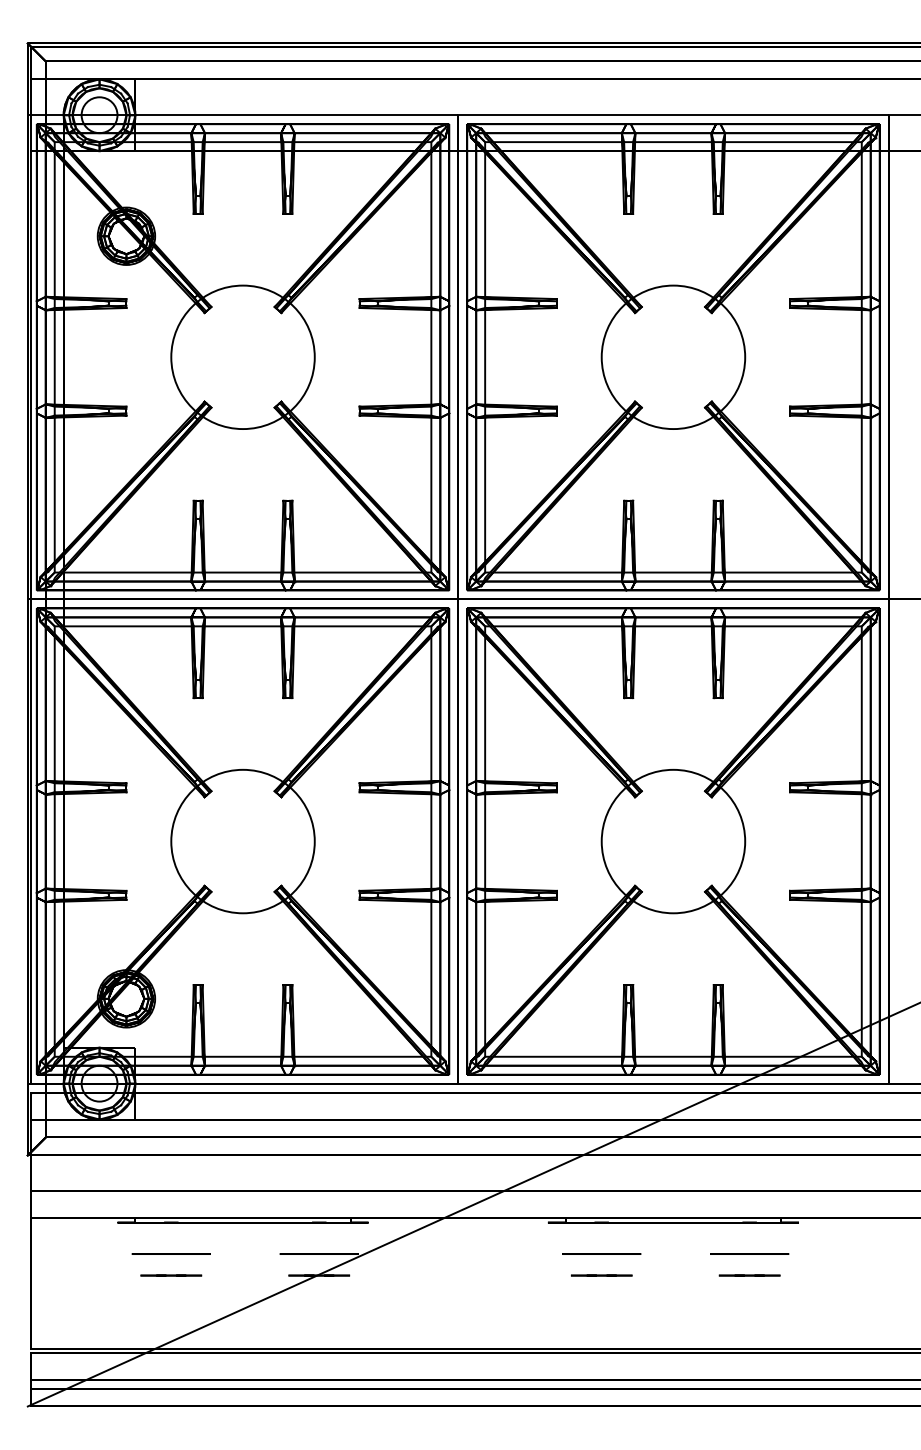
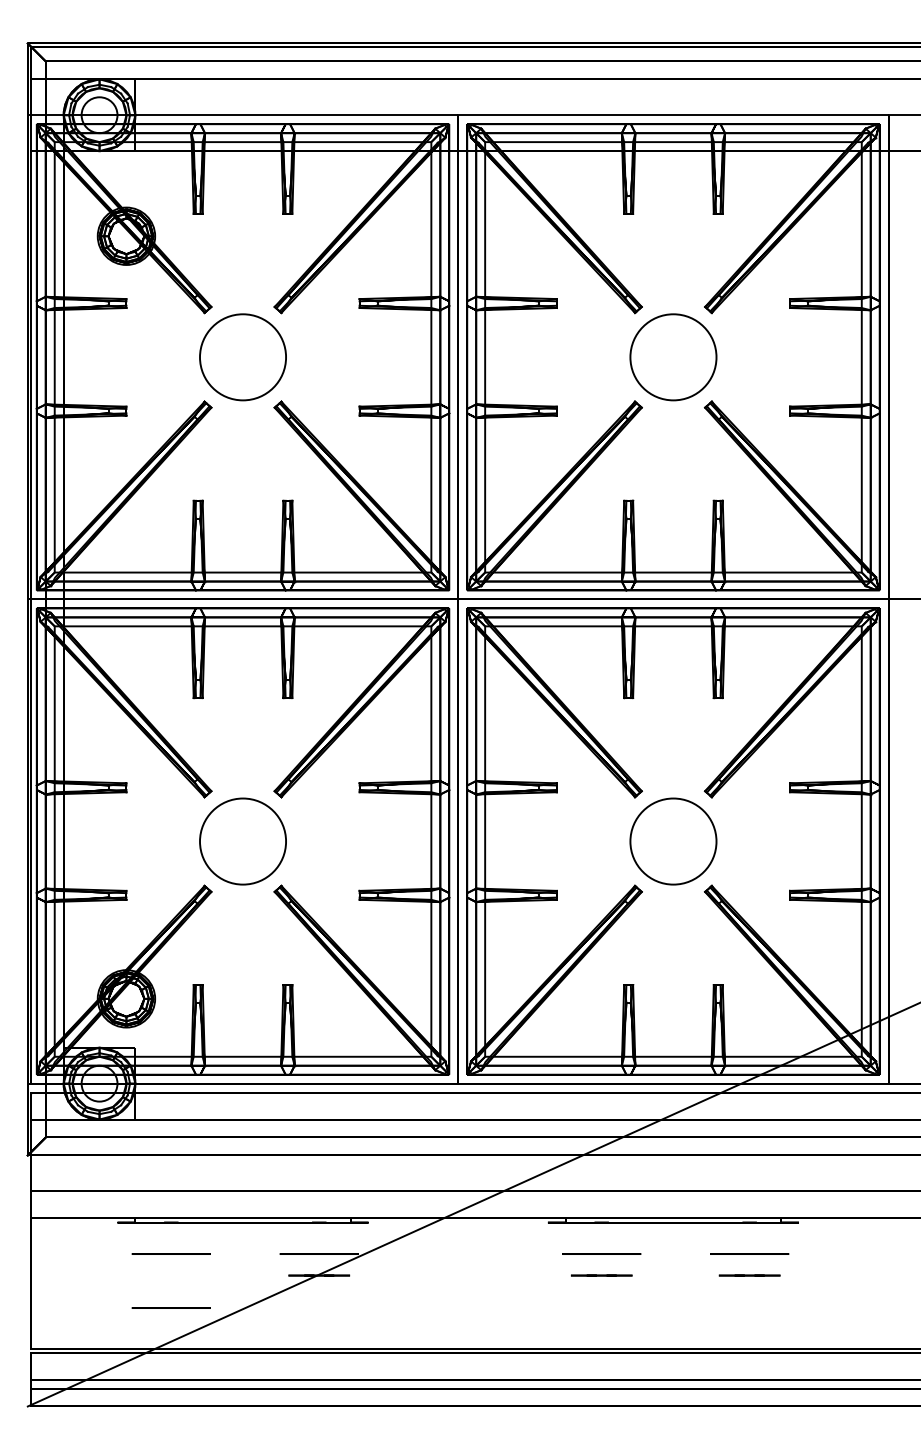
circle at (242, 357) diameter: 143 px -> 86 px
circle at (673, 357) diameter: 143 px -> 86 px
circle at (242, 841) diameter: 143 px -> 86 px
circle at (673, 841) diameter: 143 px -> 86 px
line at (171, 1275): present -> none
circle at (170, 1307): none -> present
